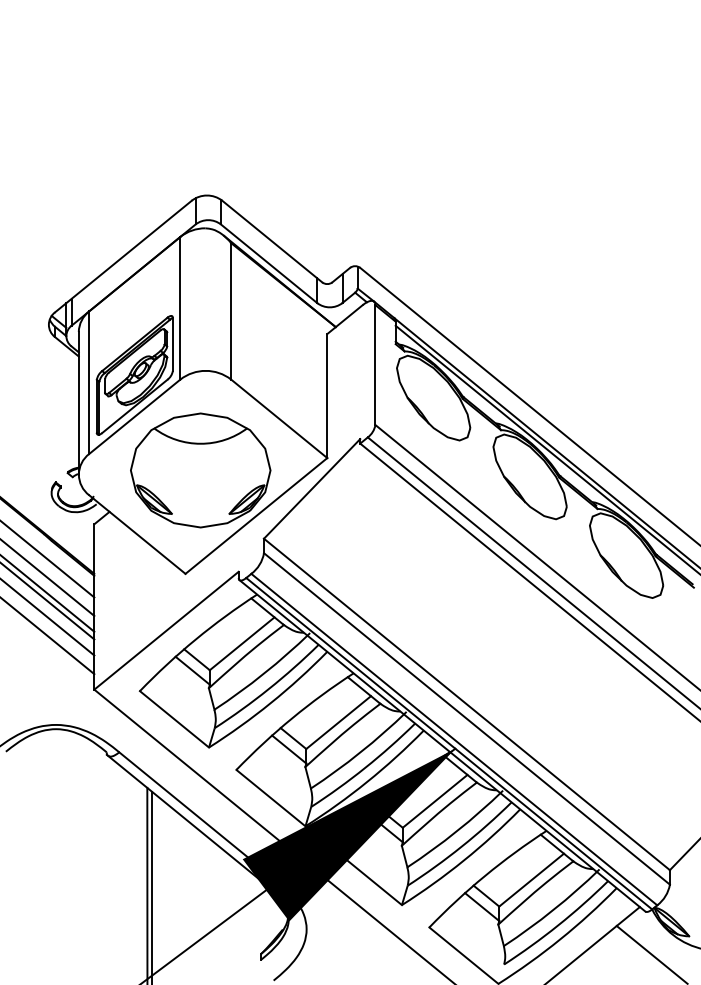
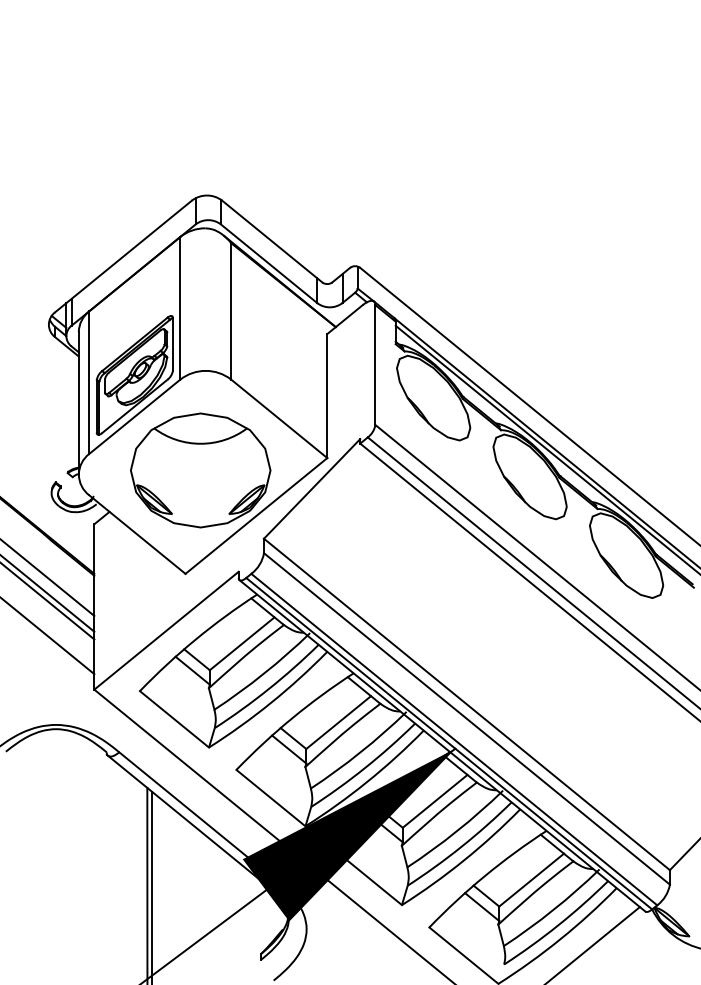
line at (48, 559): present -> none
line at (48, 617): present -> none
line at (650, 953): present -> none
